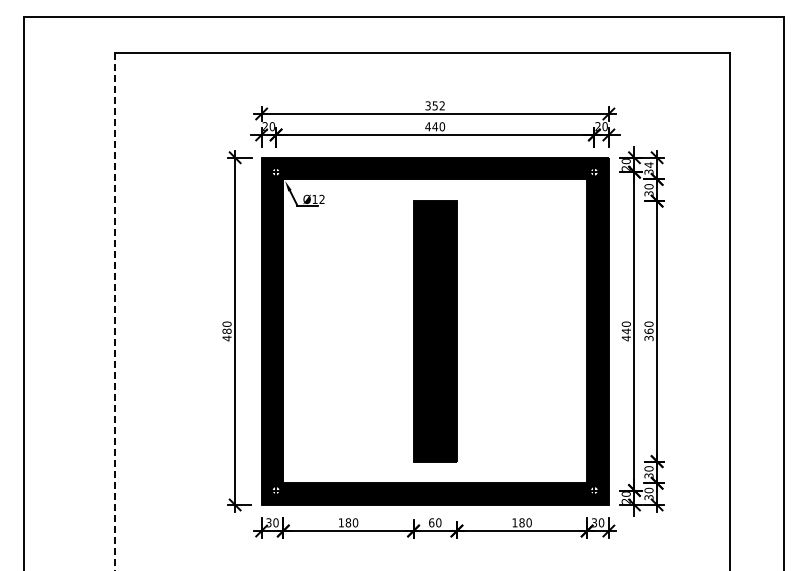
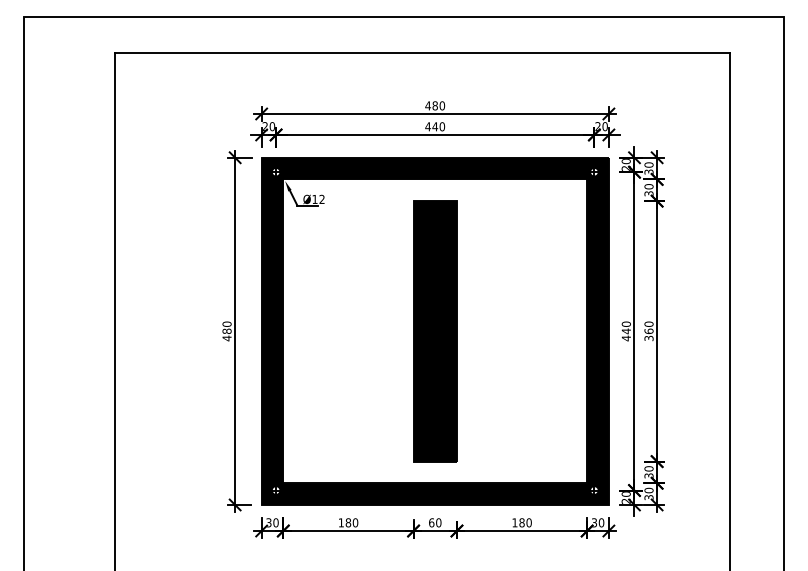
text at (435, 105): 352 -> 480
text at (648, 164): 34 -> 30
line at (114, 312): dashed -> solid
